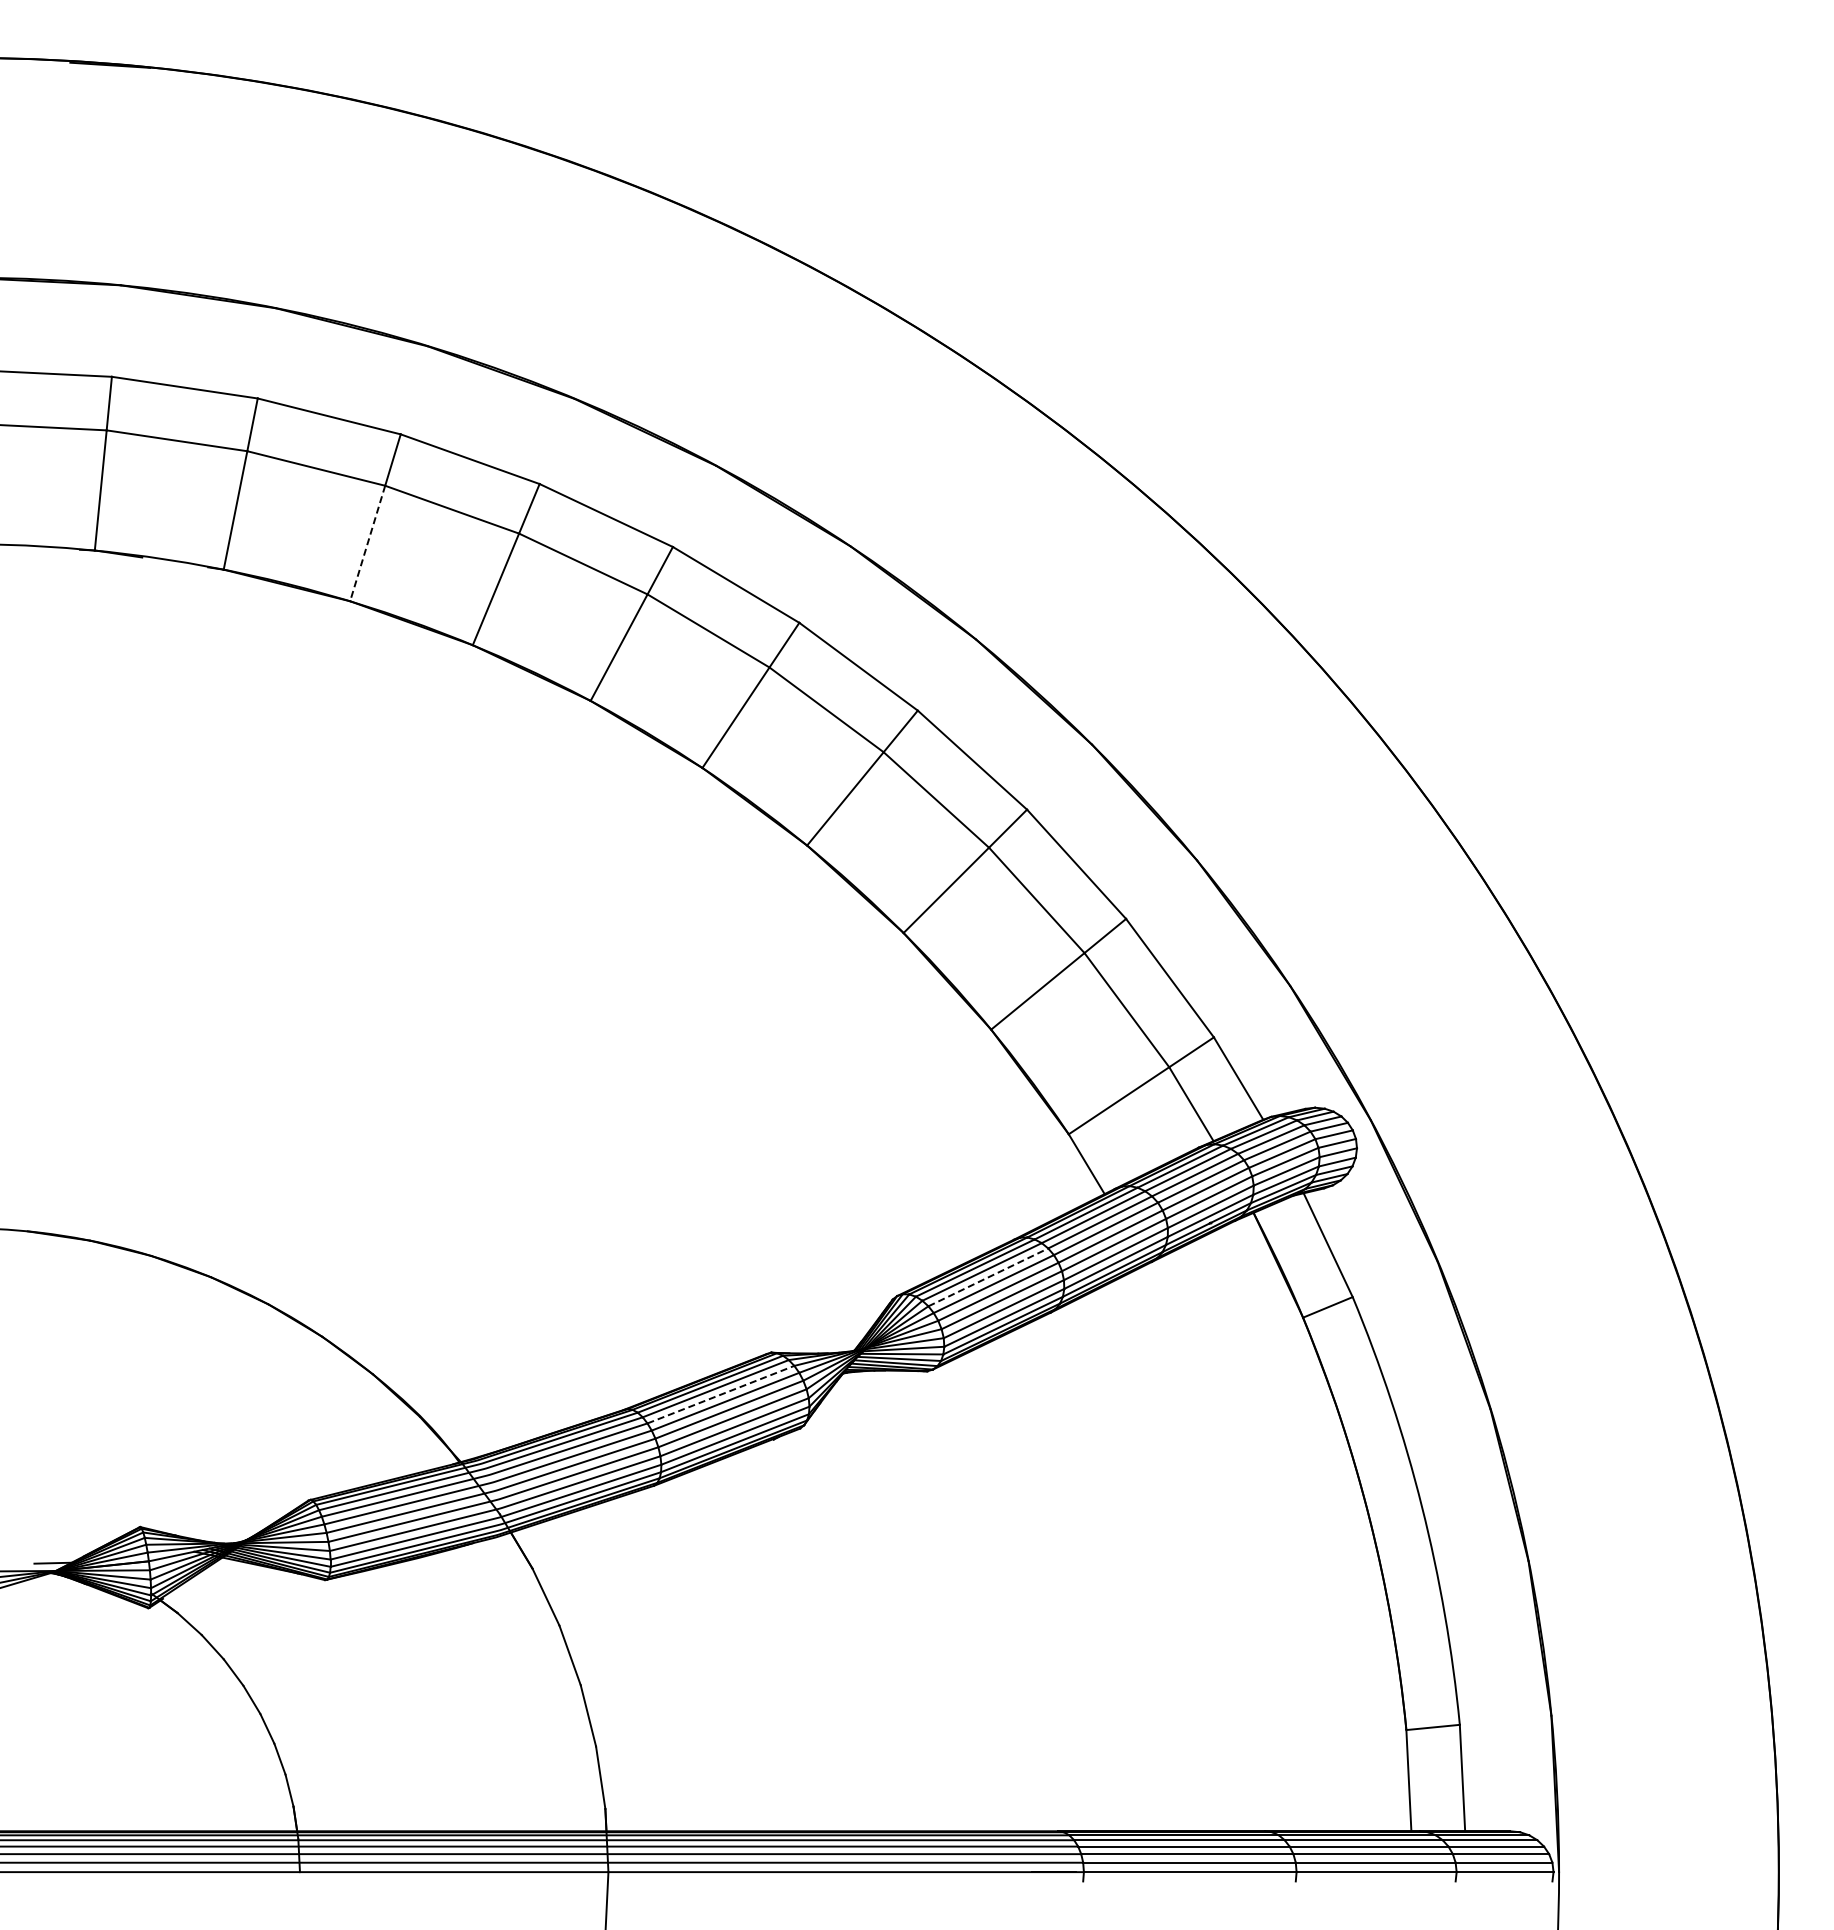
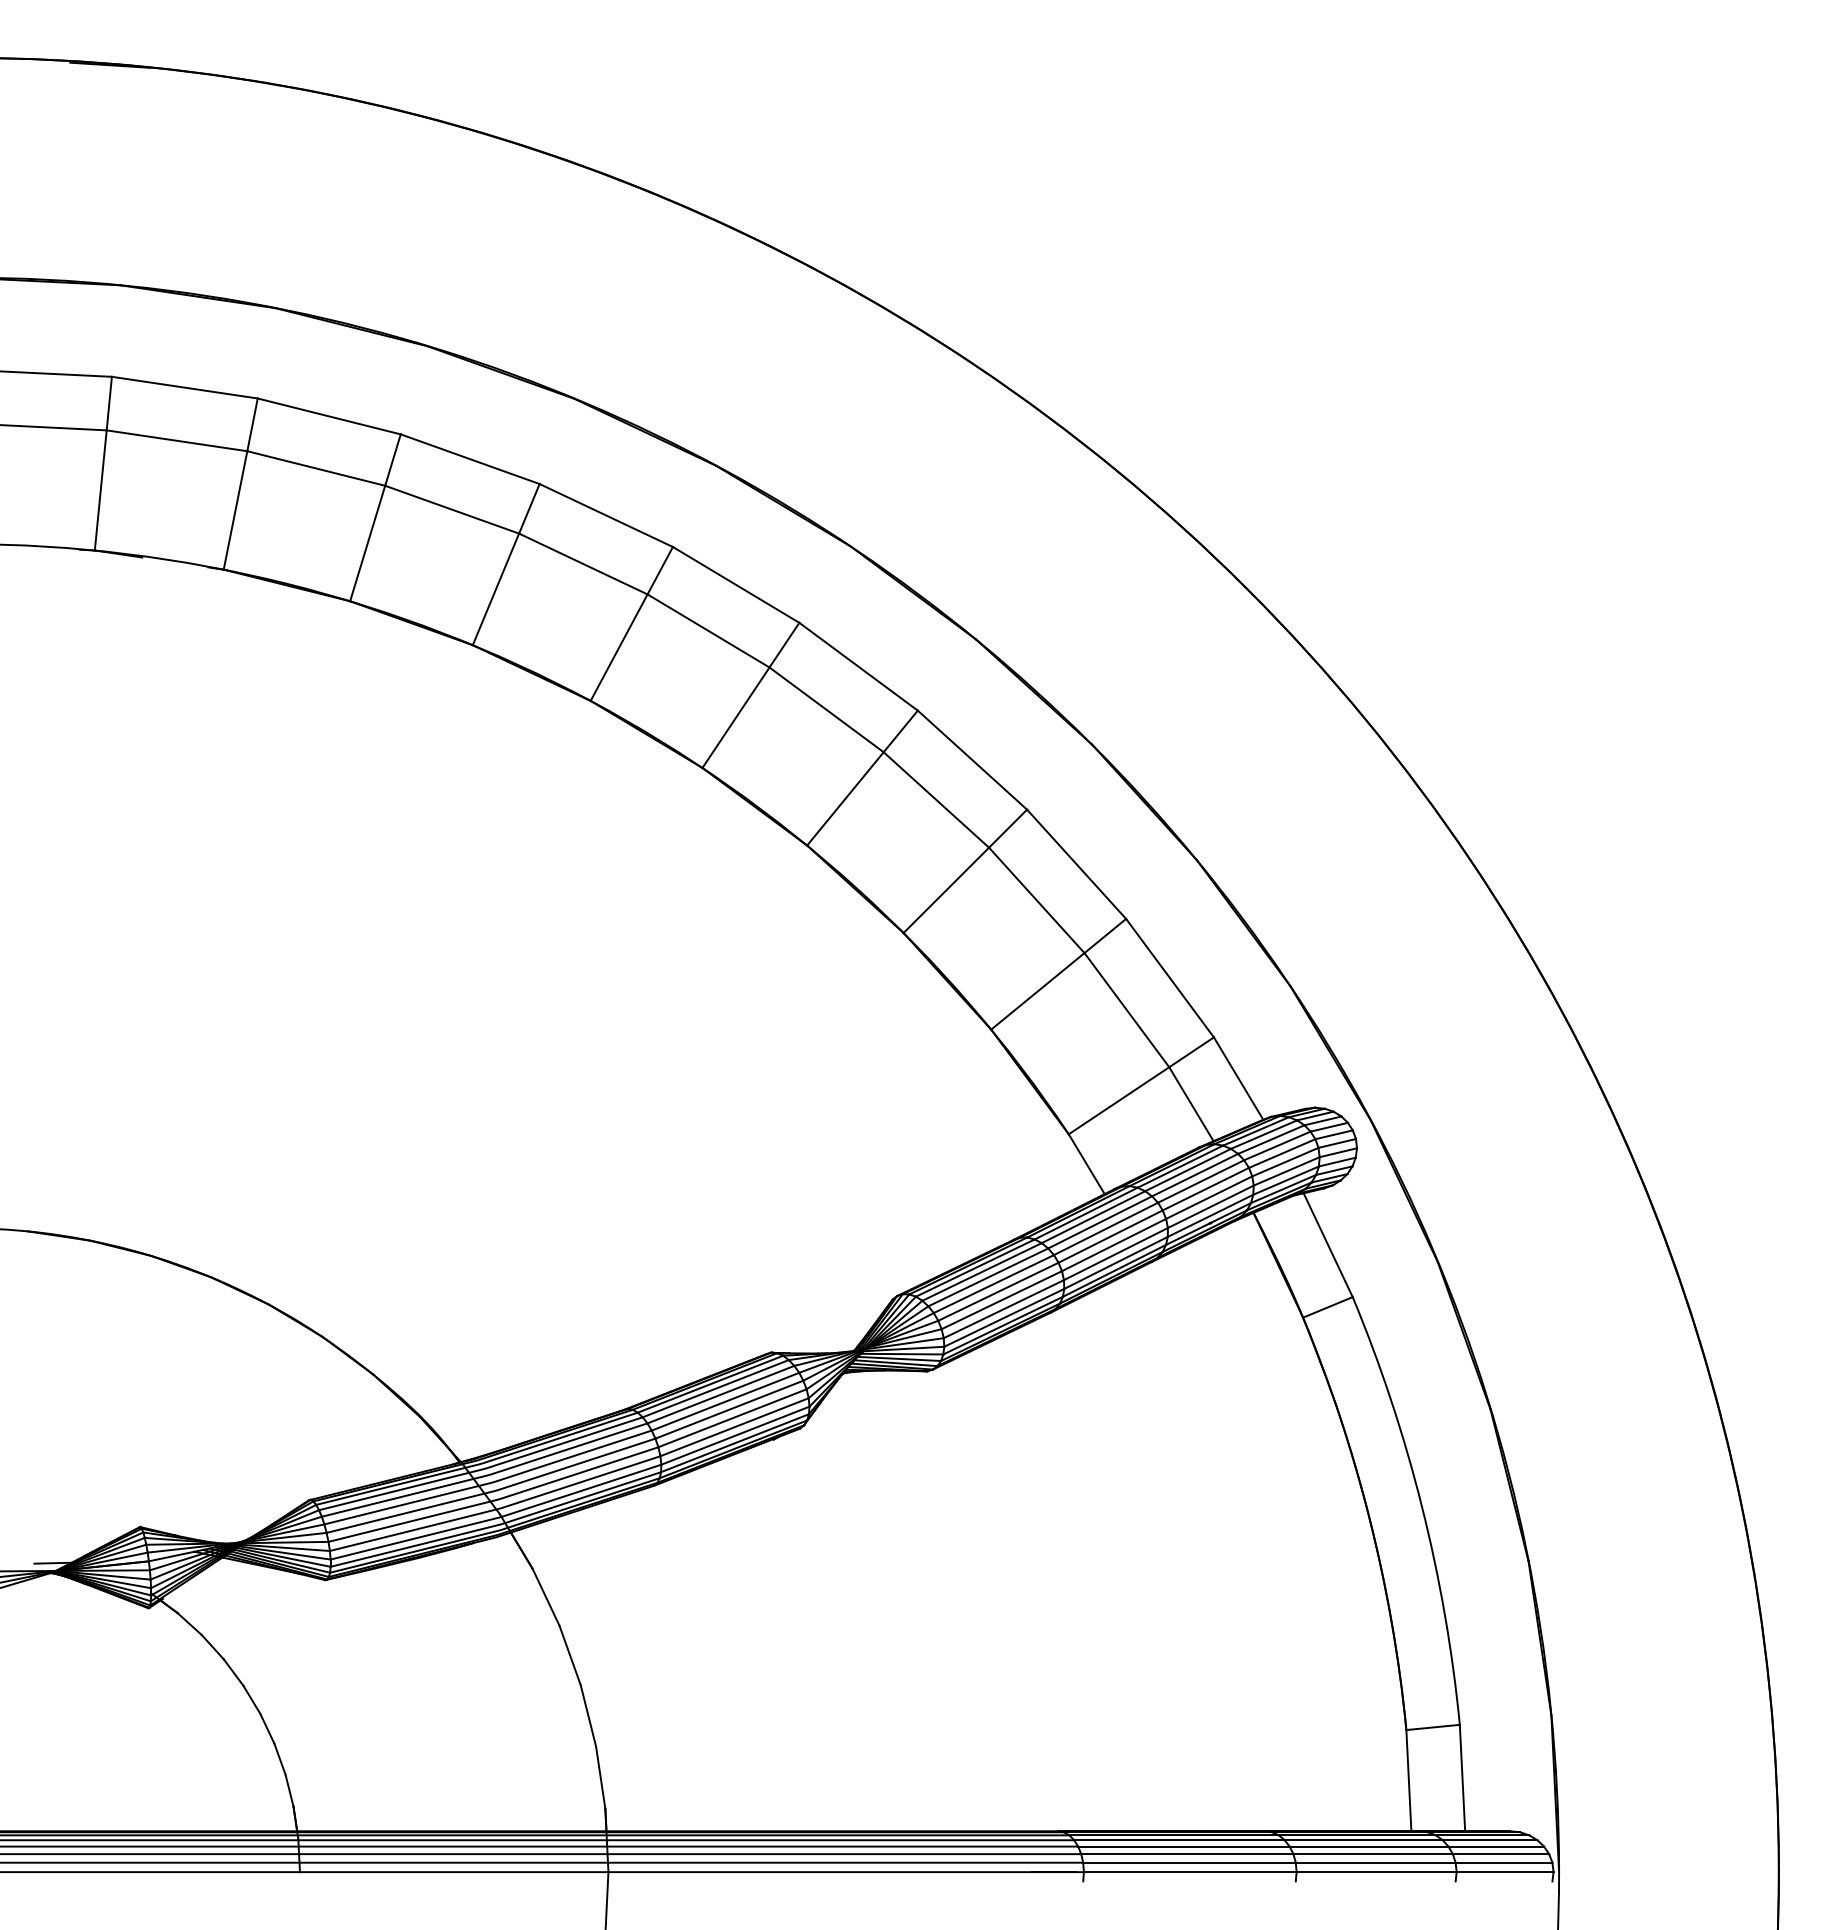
line at (367, 544): dashed -> solid
line at (988, 1277): dashed -> solid
line at (720, 1394): dashed -> solid
